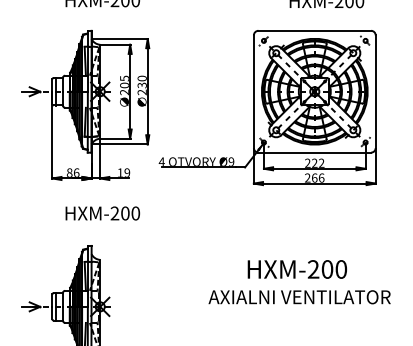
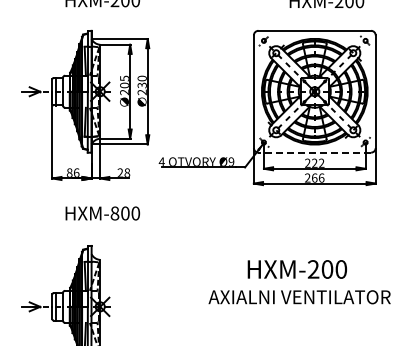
line at (314, 152): solid -> dashed
text at (123, 172): 19 -> 28
text at (114, 213): HXM-200 -> HXM-800
